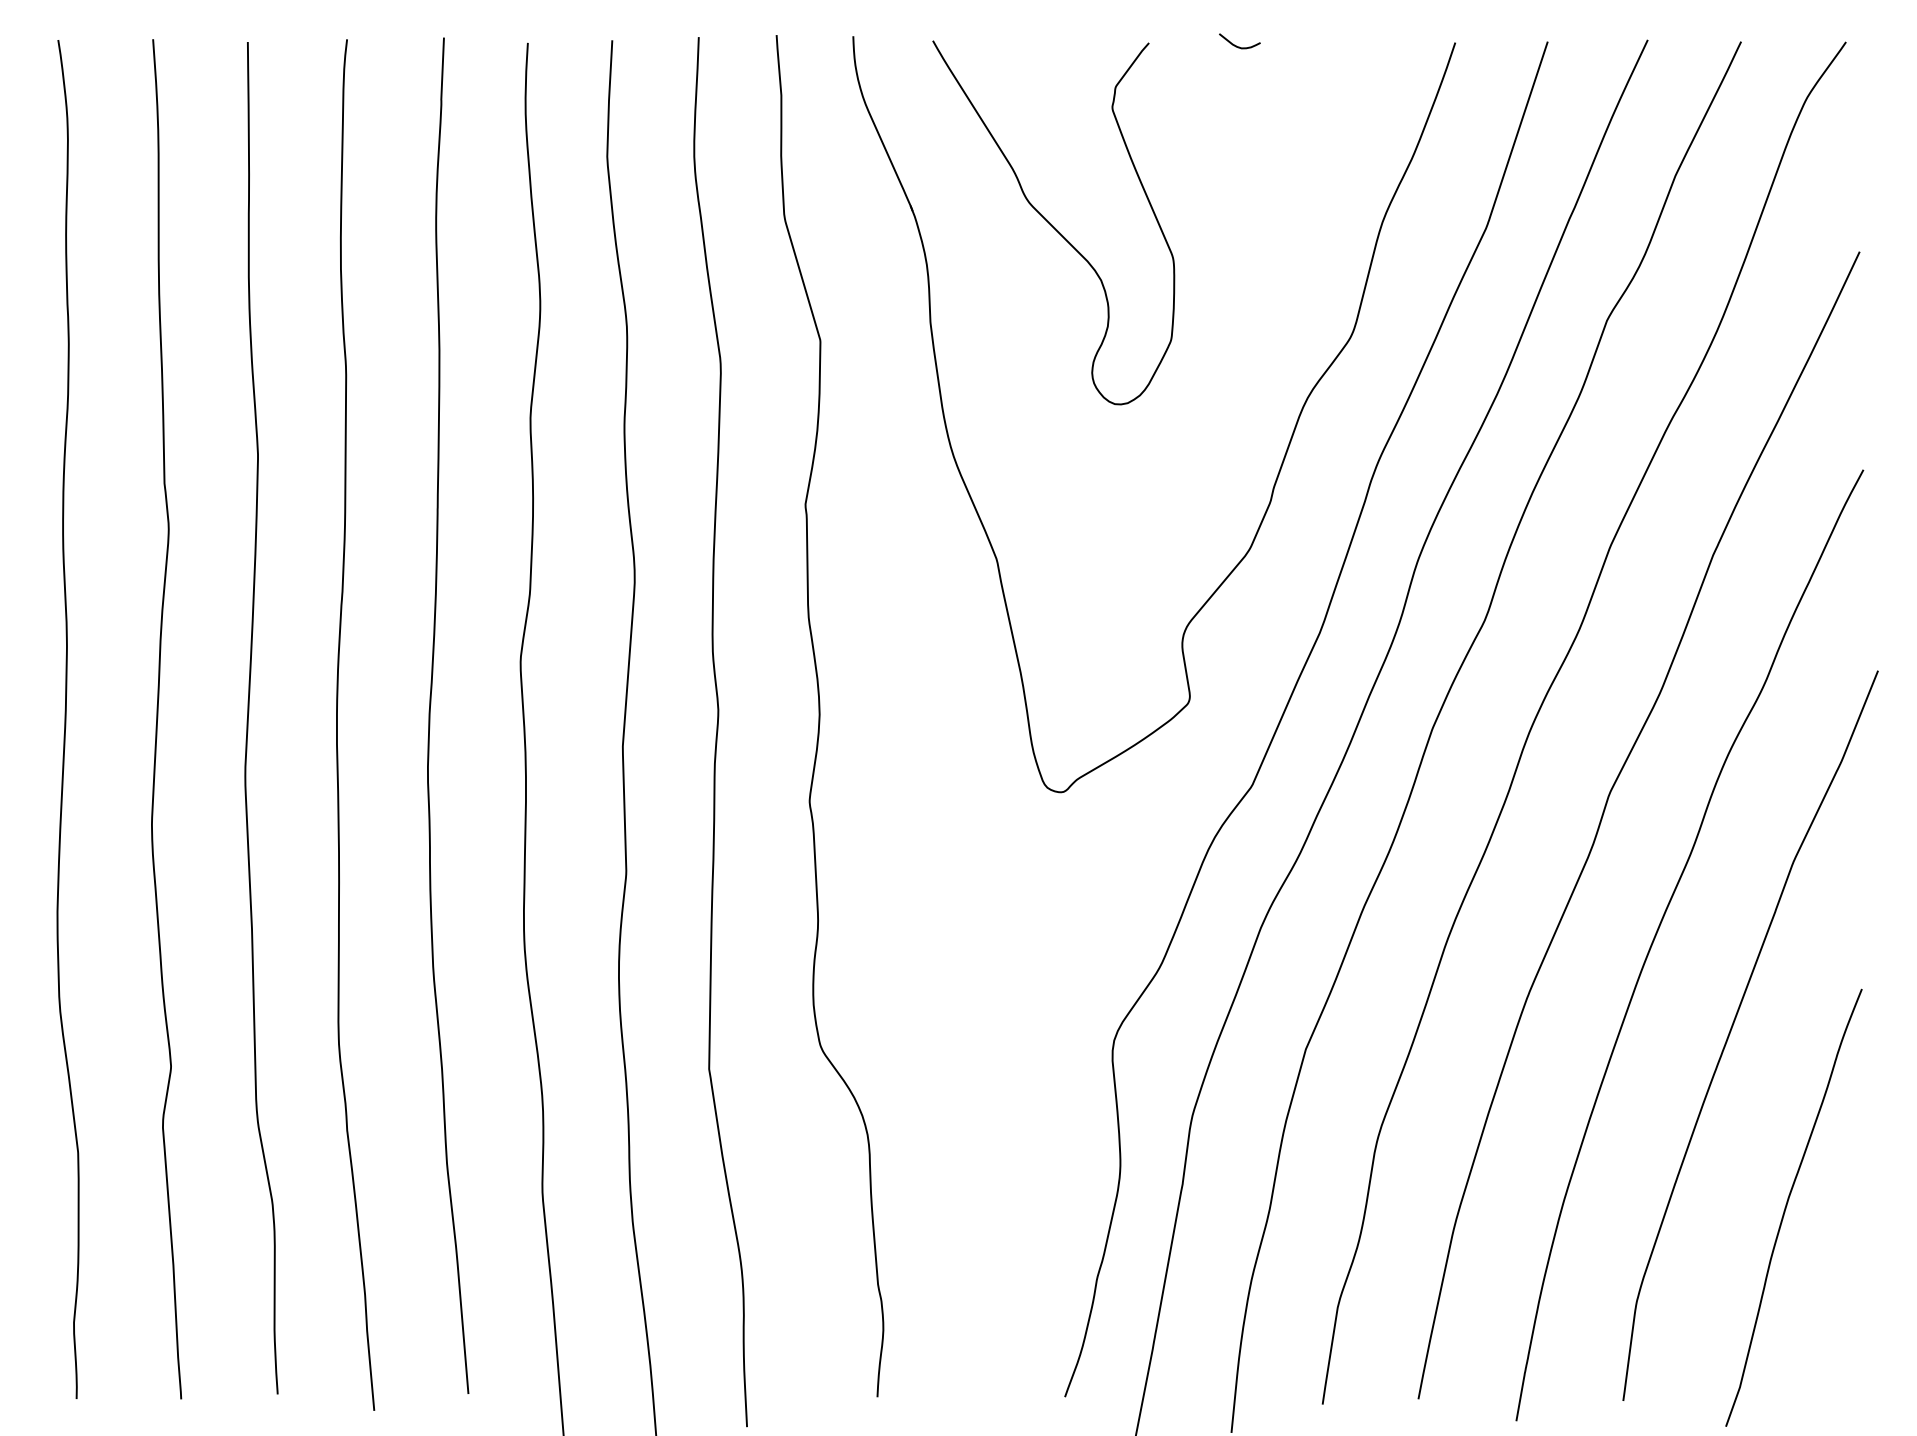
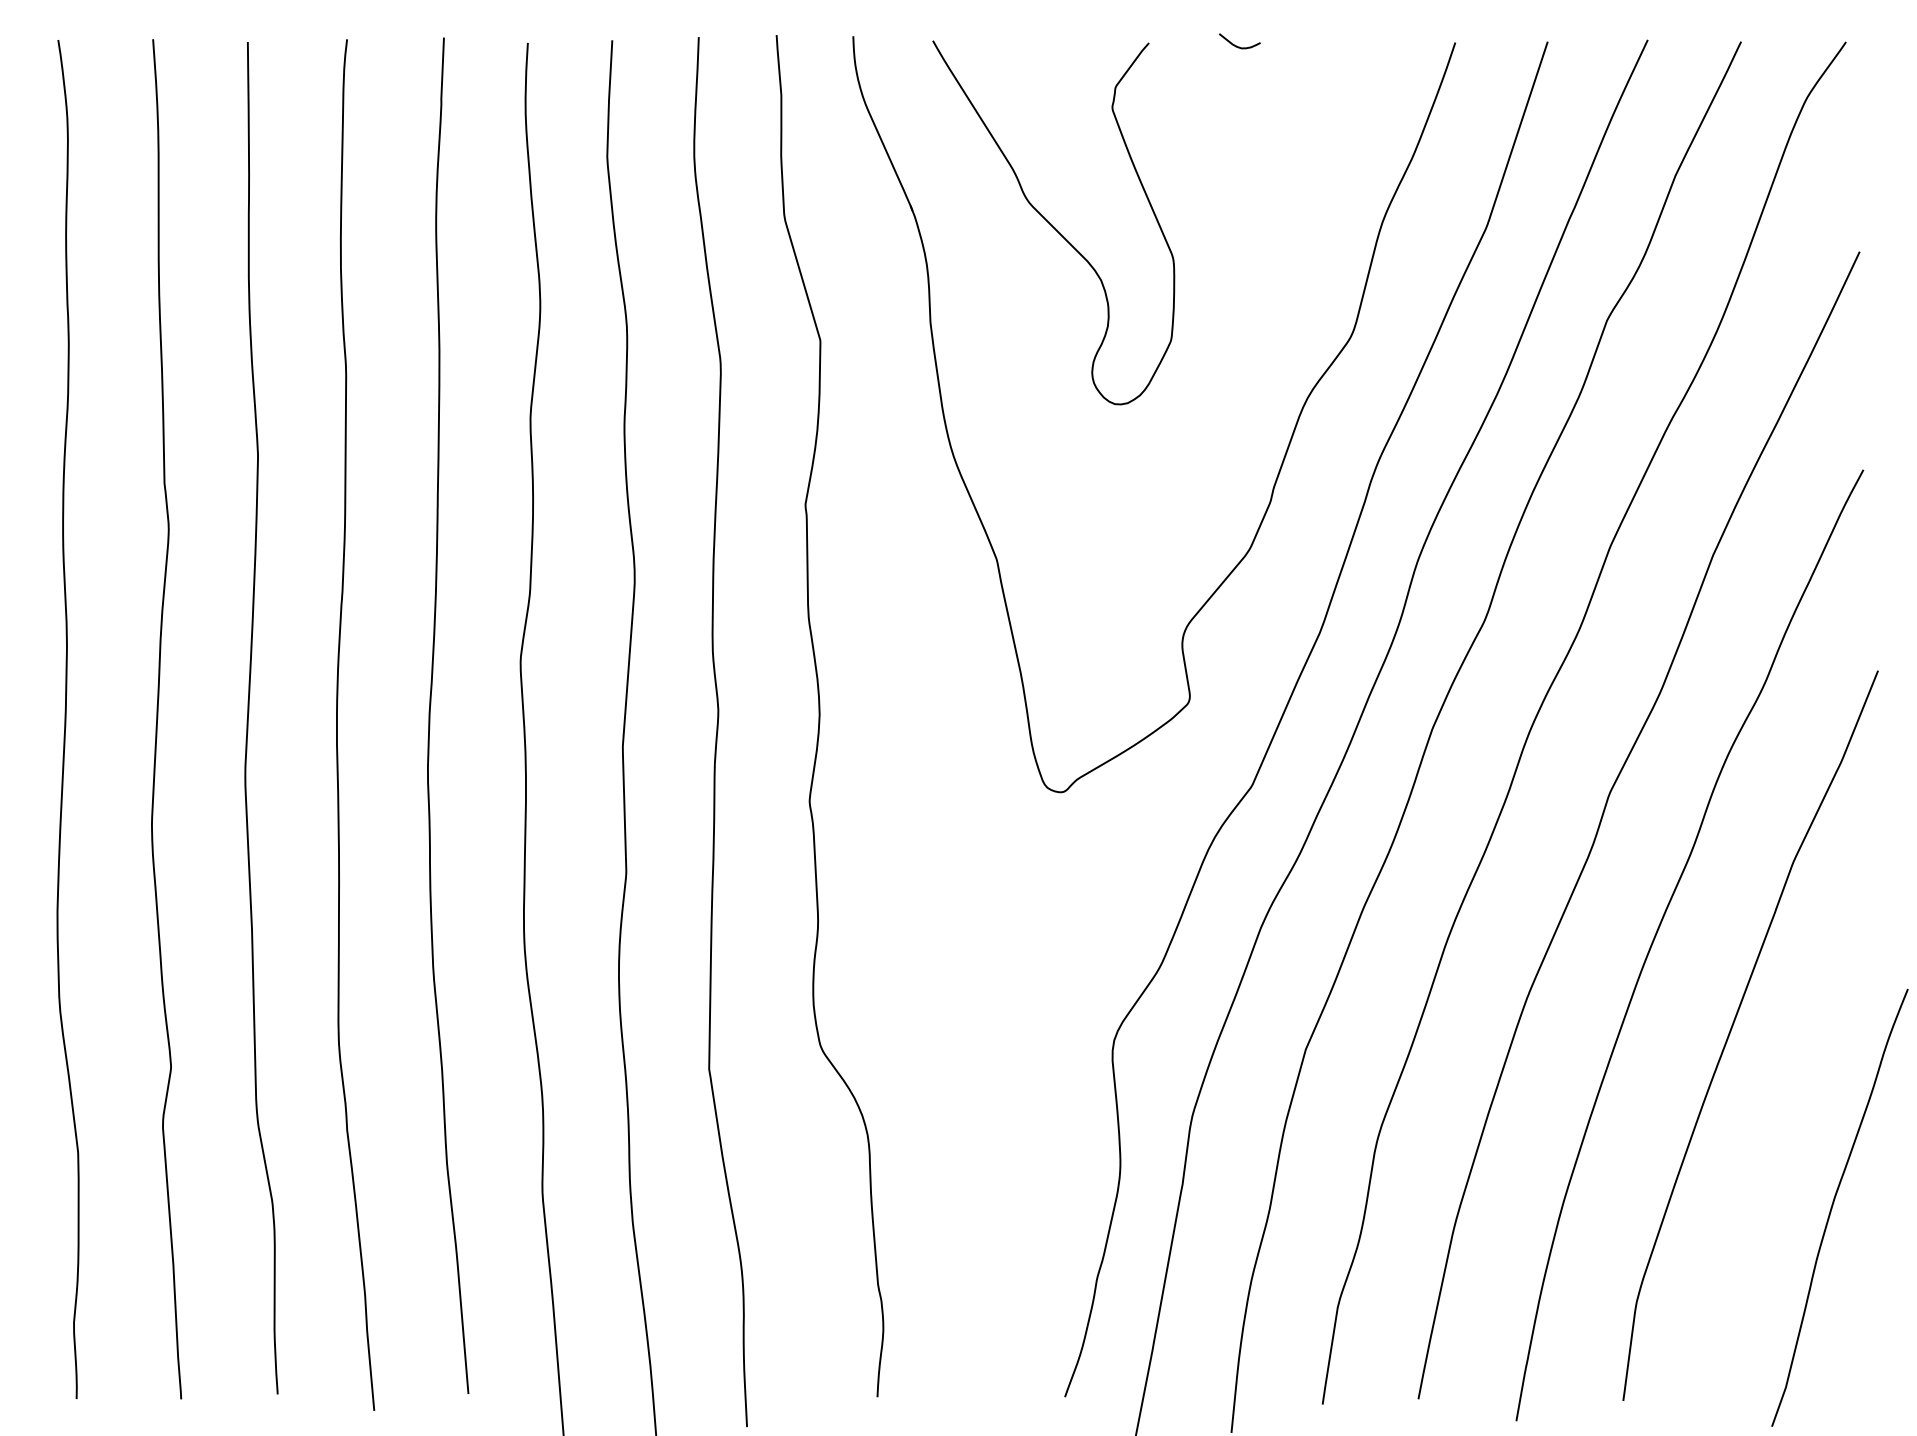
curve at (1787, 1205) position: (1787, 1205) -> (1833, 1205)
